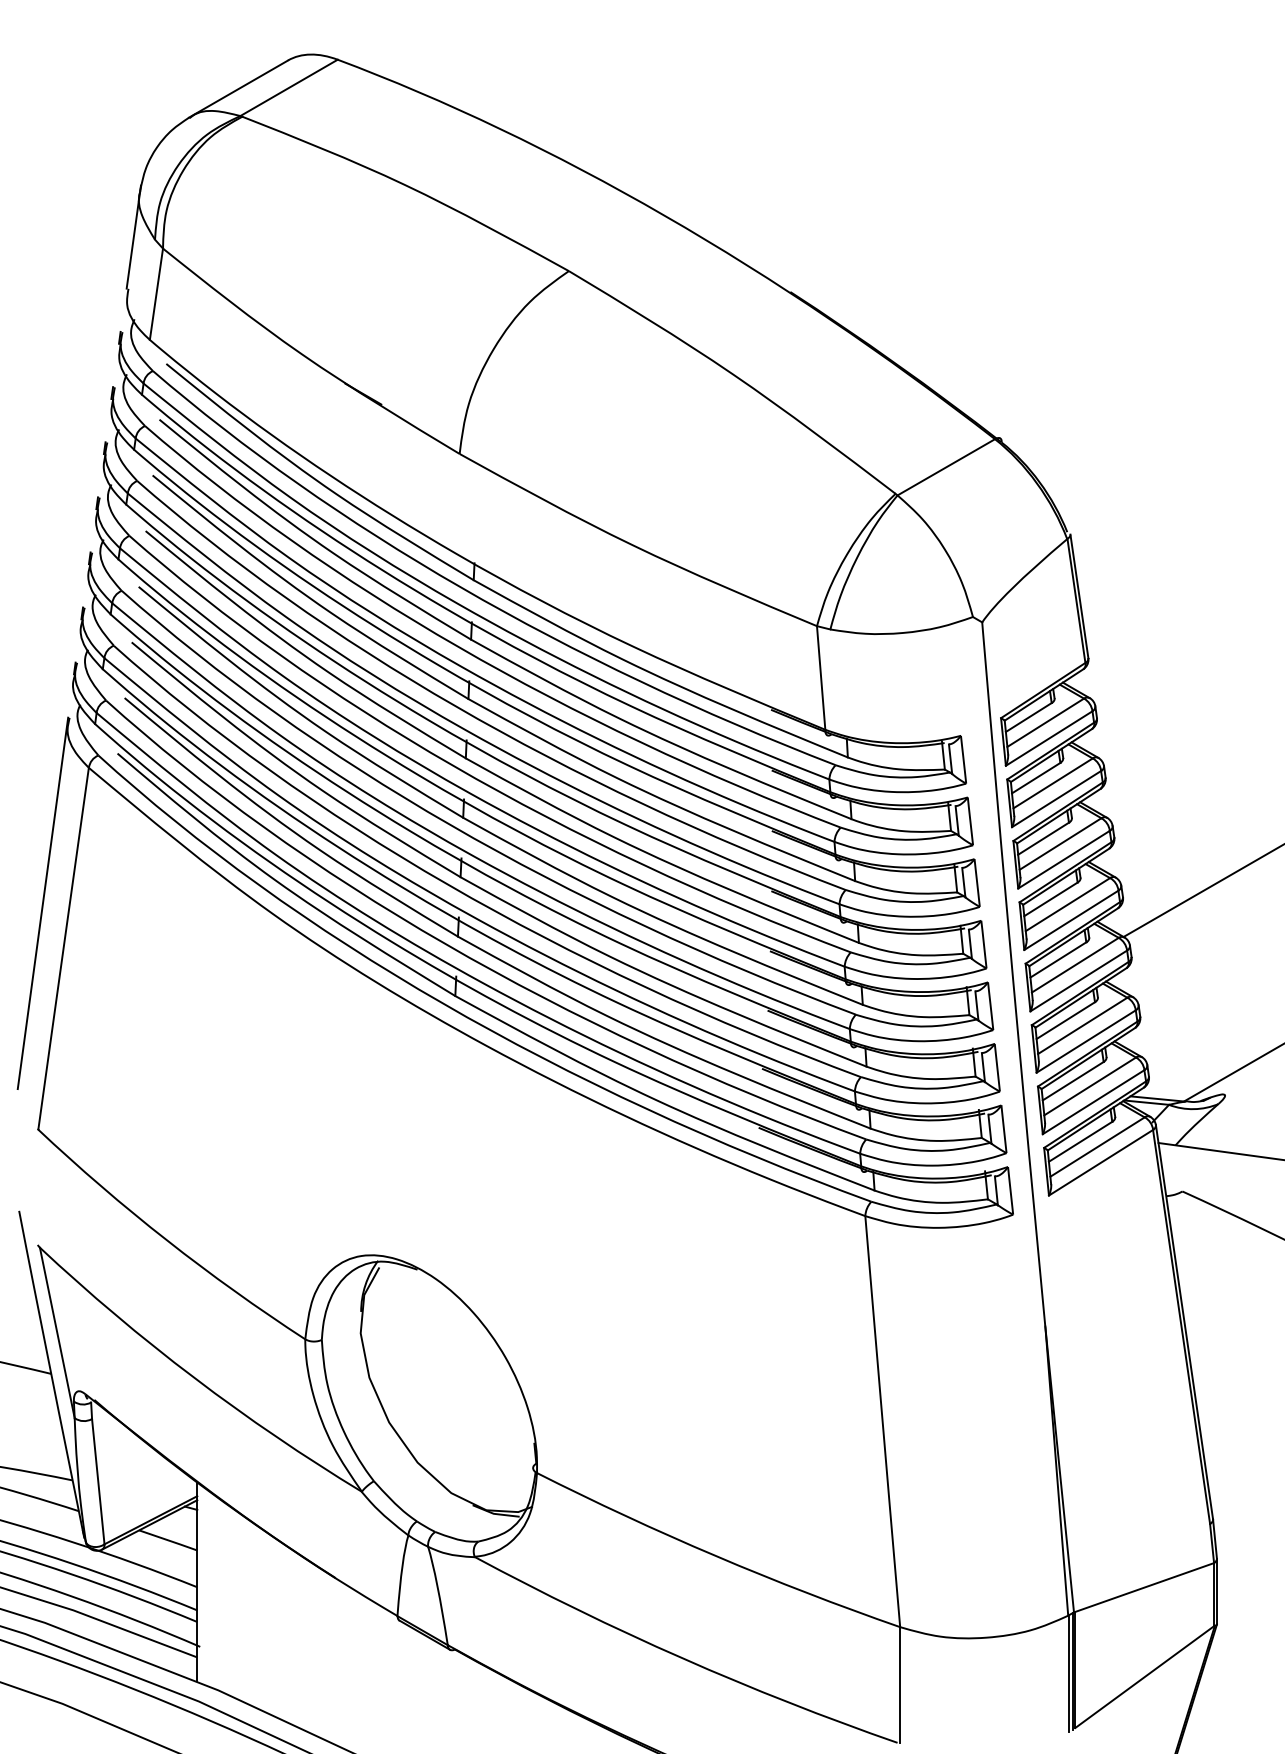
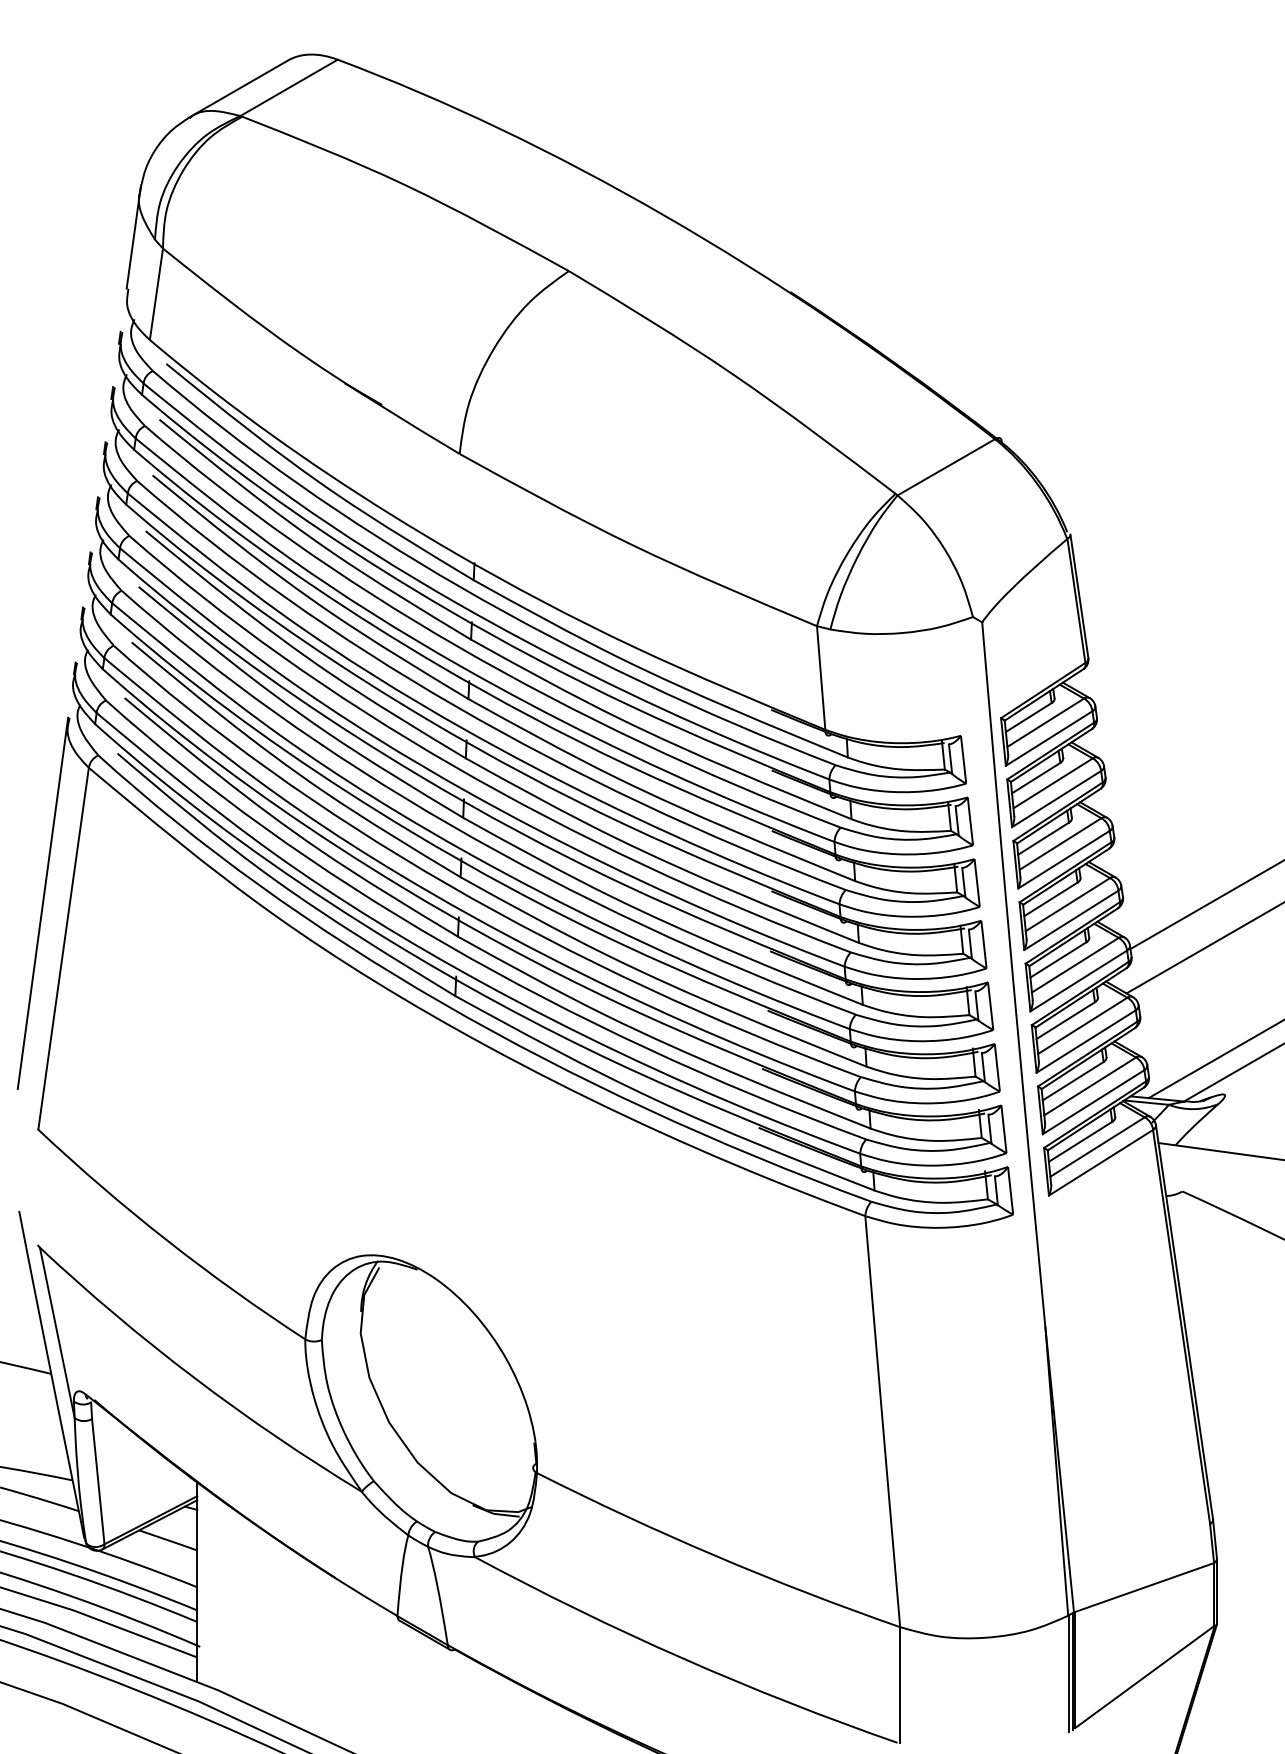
line at (1202, 891) position: (1202, 891) -> (1205, 905)
line at (1203, 948): none -> present
line at (1214, 1059): none -> present
